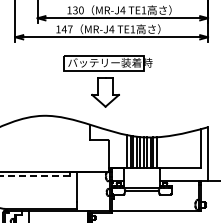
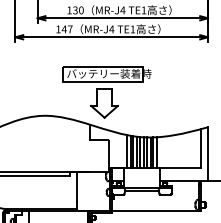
part at (107, 81) position: (107, 81) -> (106, 92)
line at (34, 176): dashed -> solid
